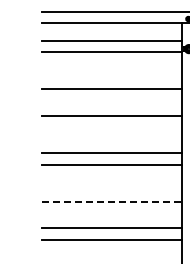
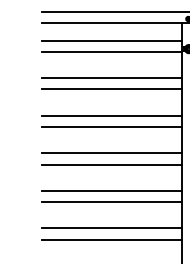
line at (111, 78): none -> present
line at (111, 127): none -> present
line at (111, 190): none -> present
line at (112, 202): dashed -> solid
